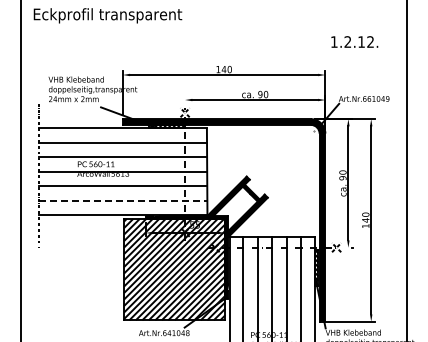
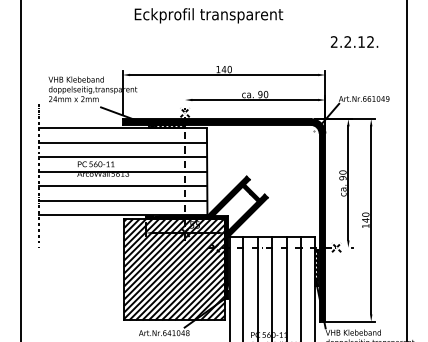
text at (107, 15) position: (107, 15) -> (208, 15)
text at (333, 41): 1.2.12. -> 2.2.12.
line at (123, 200): dashed -> solid
